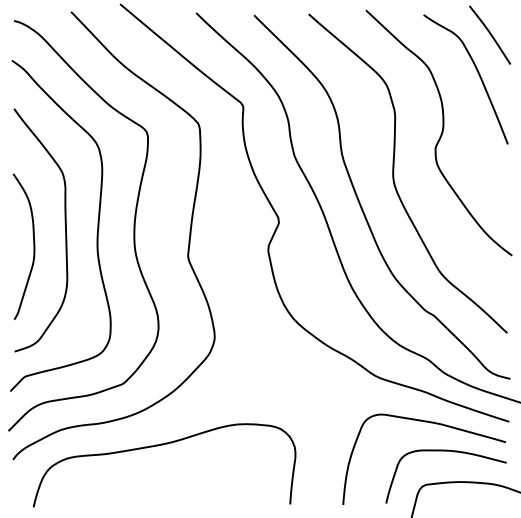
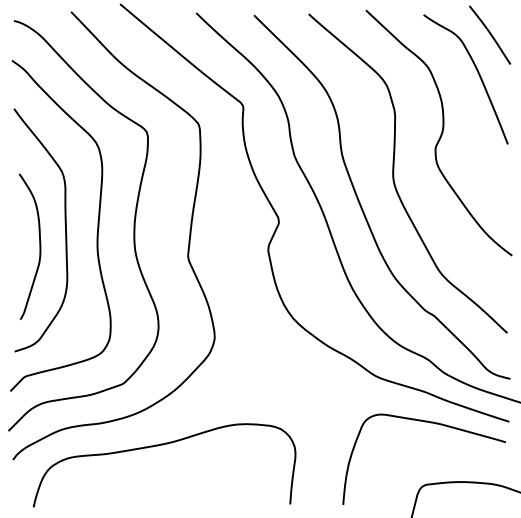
curve at (33, 246) position: (33, 246) -> (39, 246)
curve at (445, 451): present -> none
